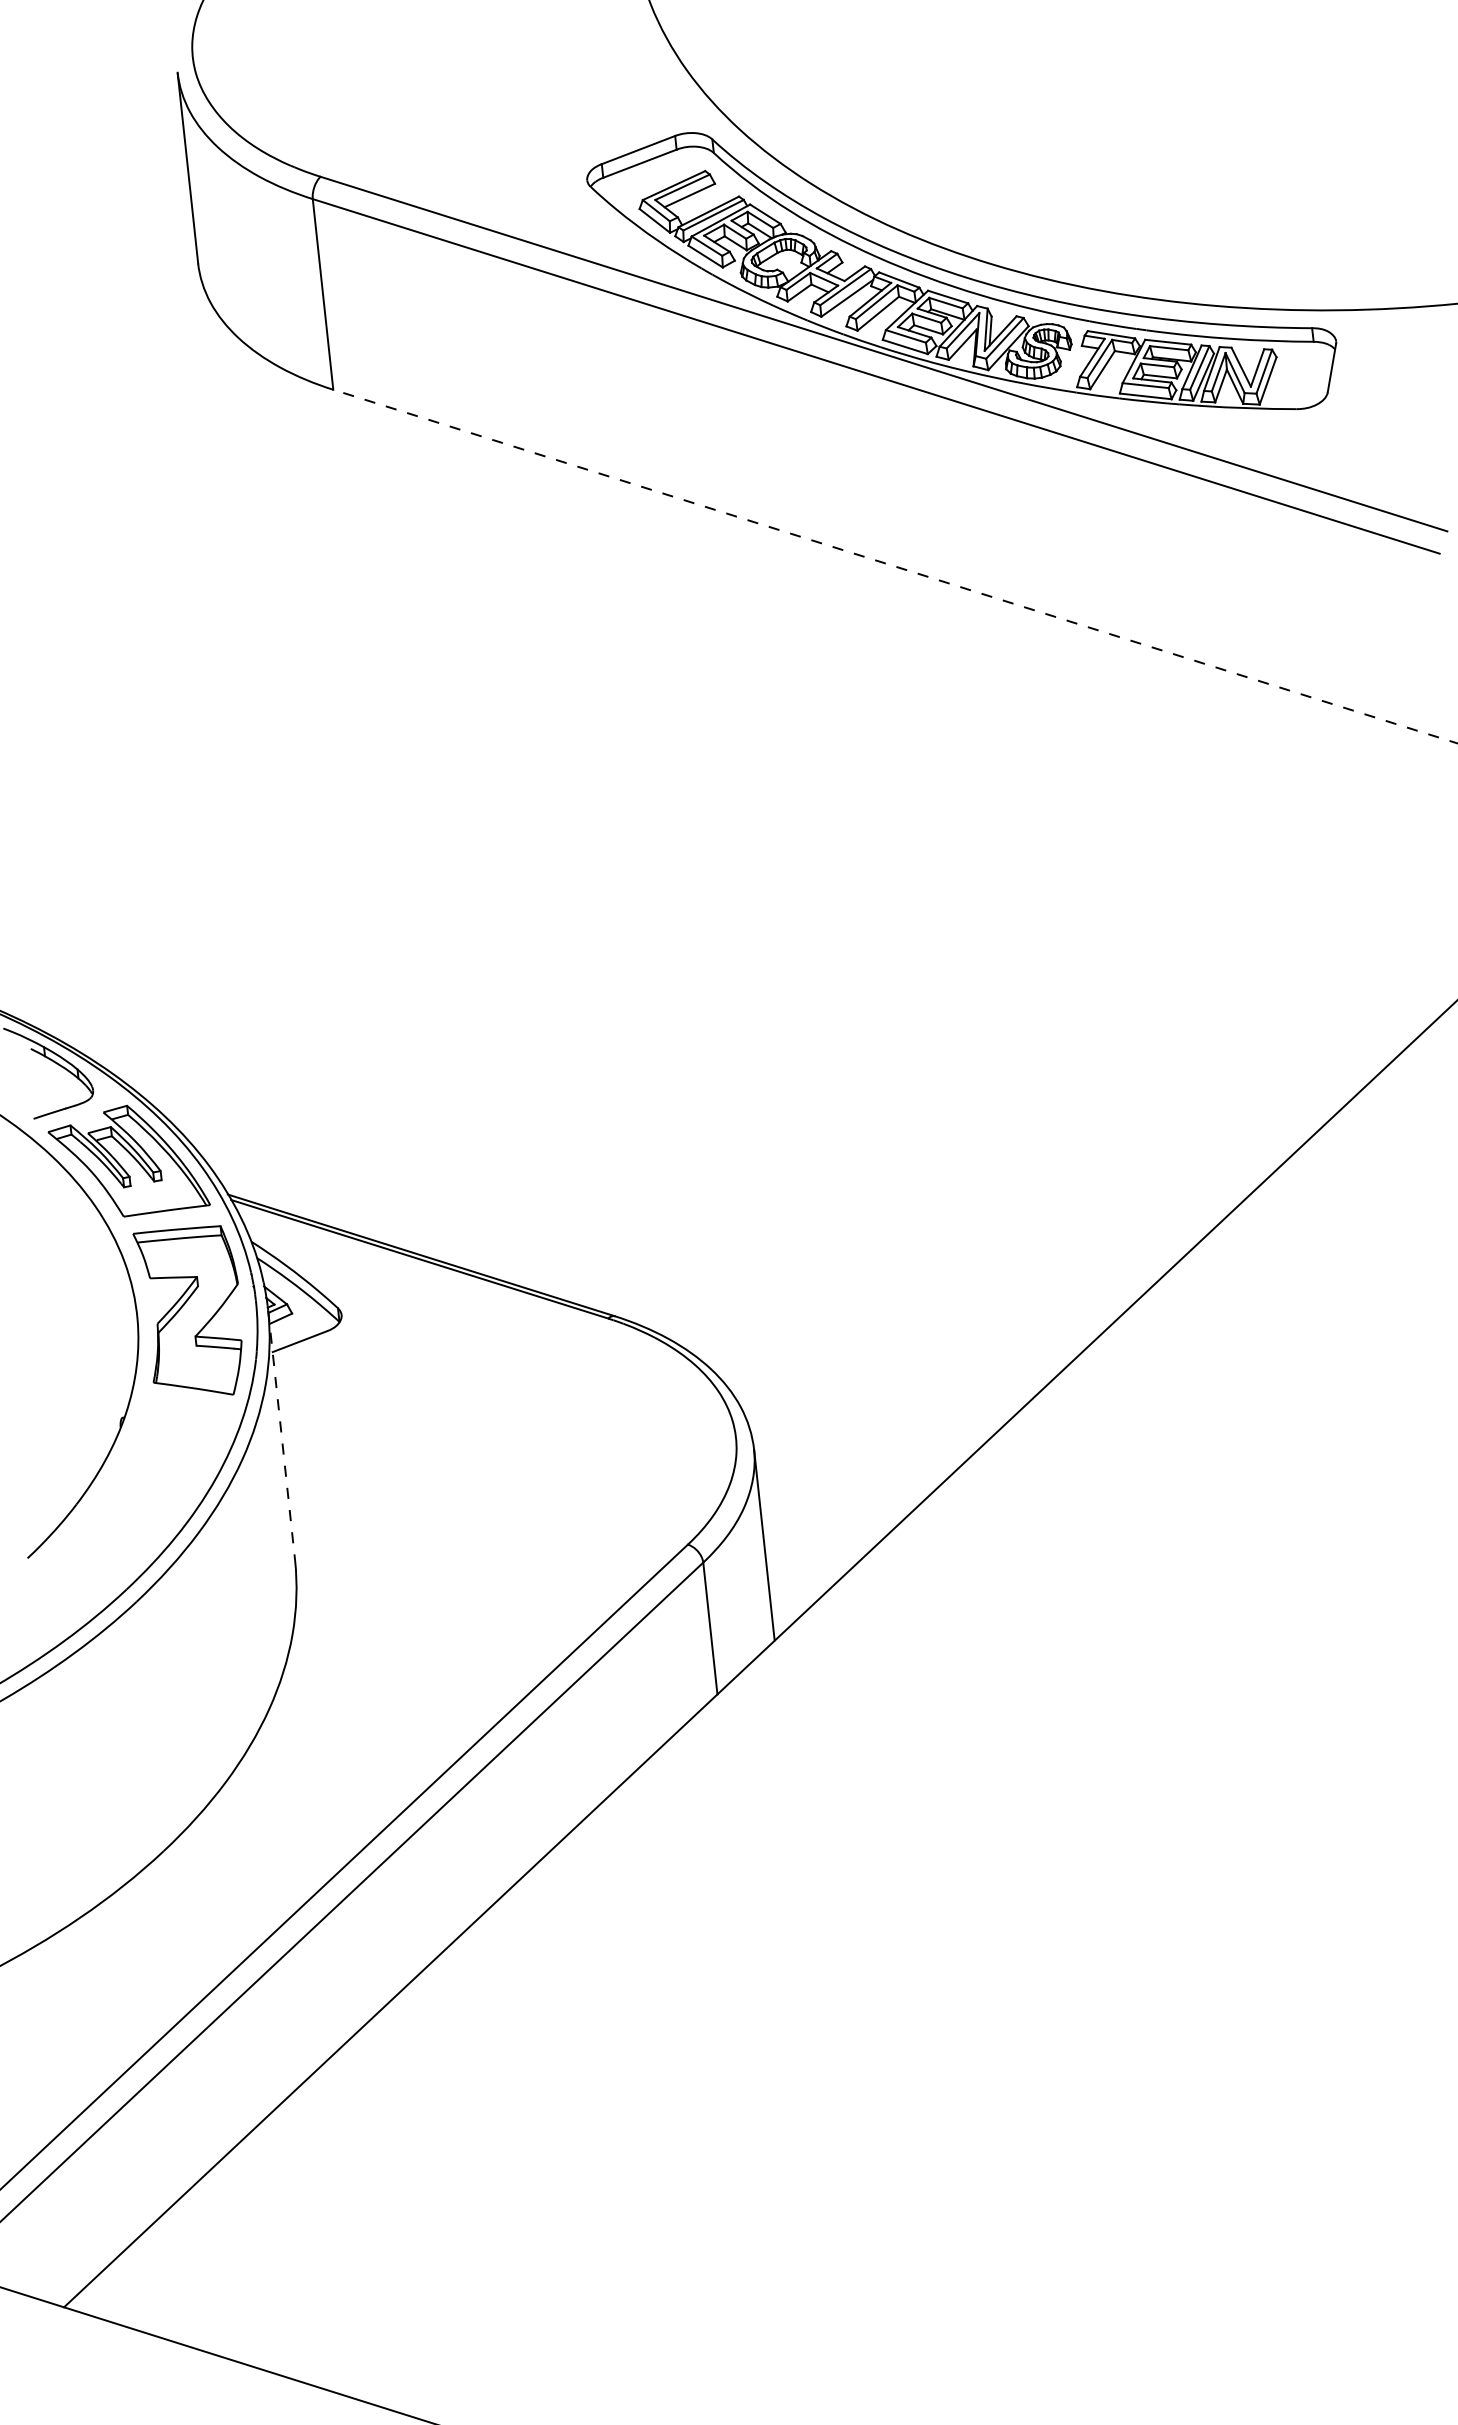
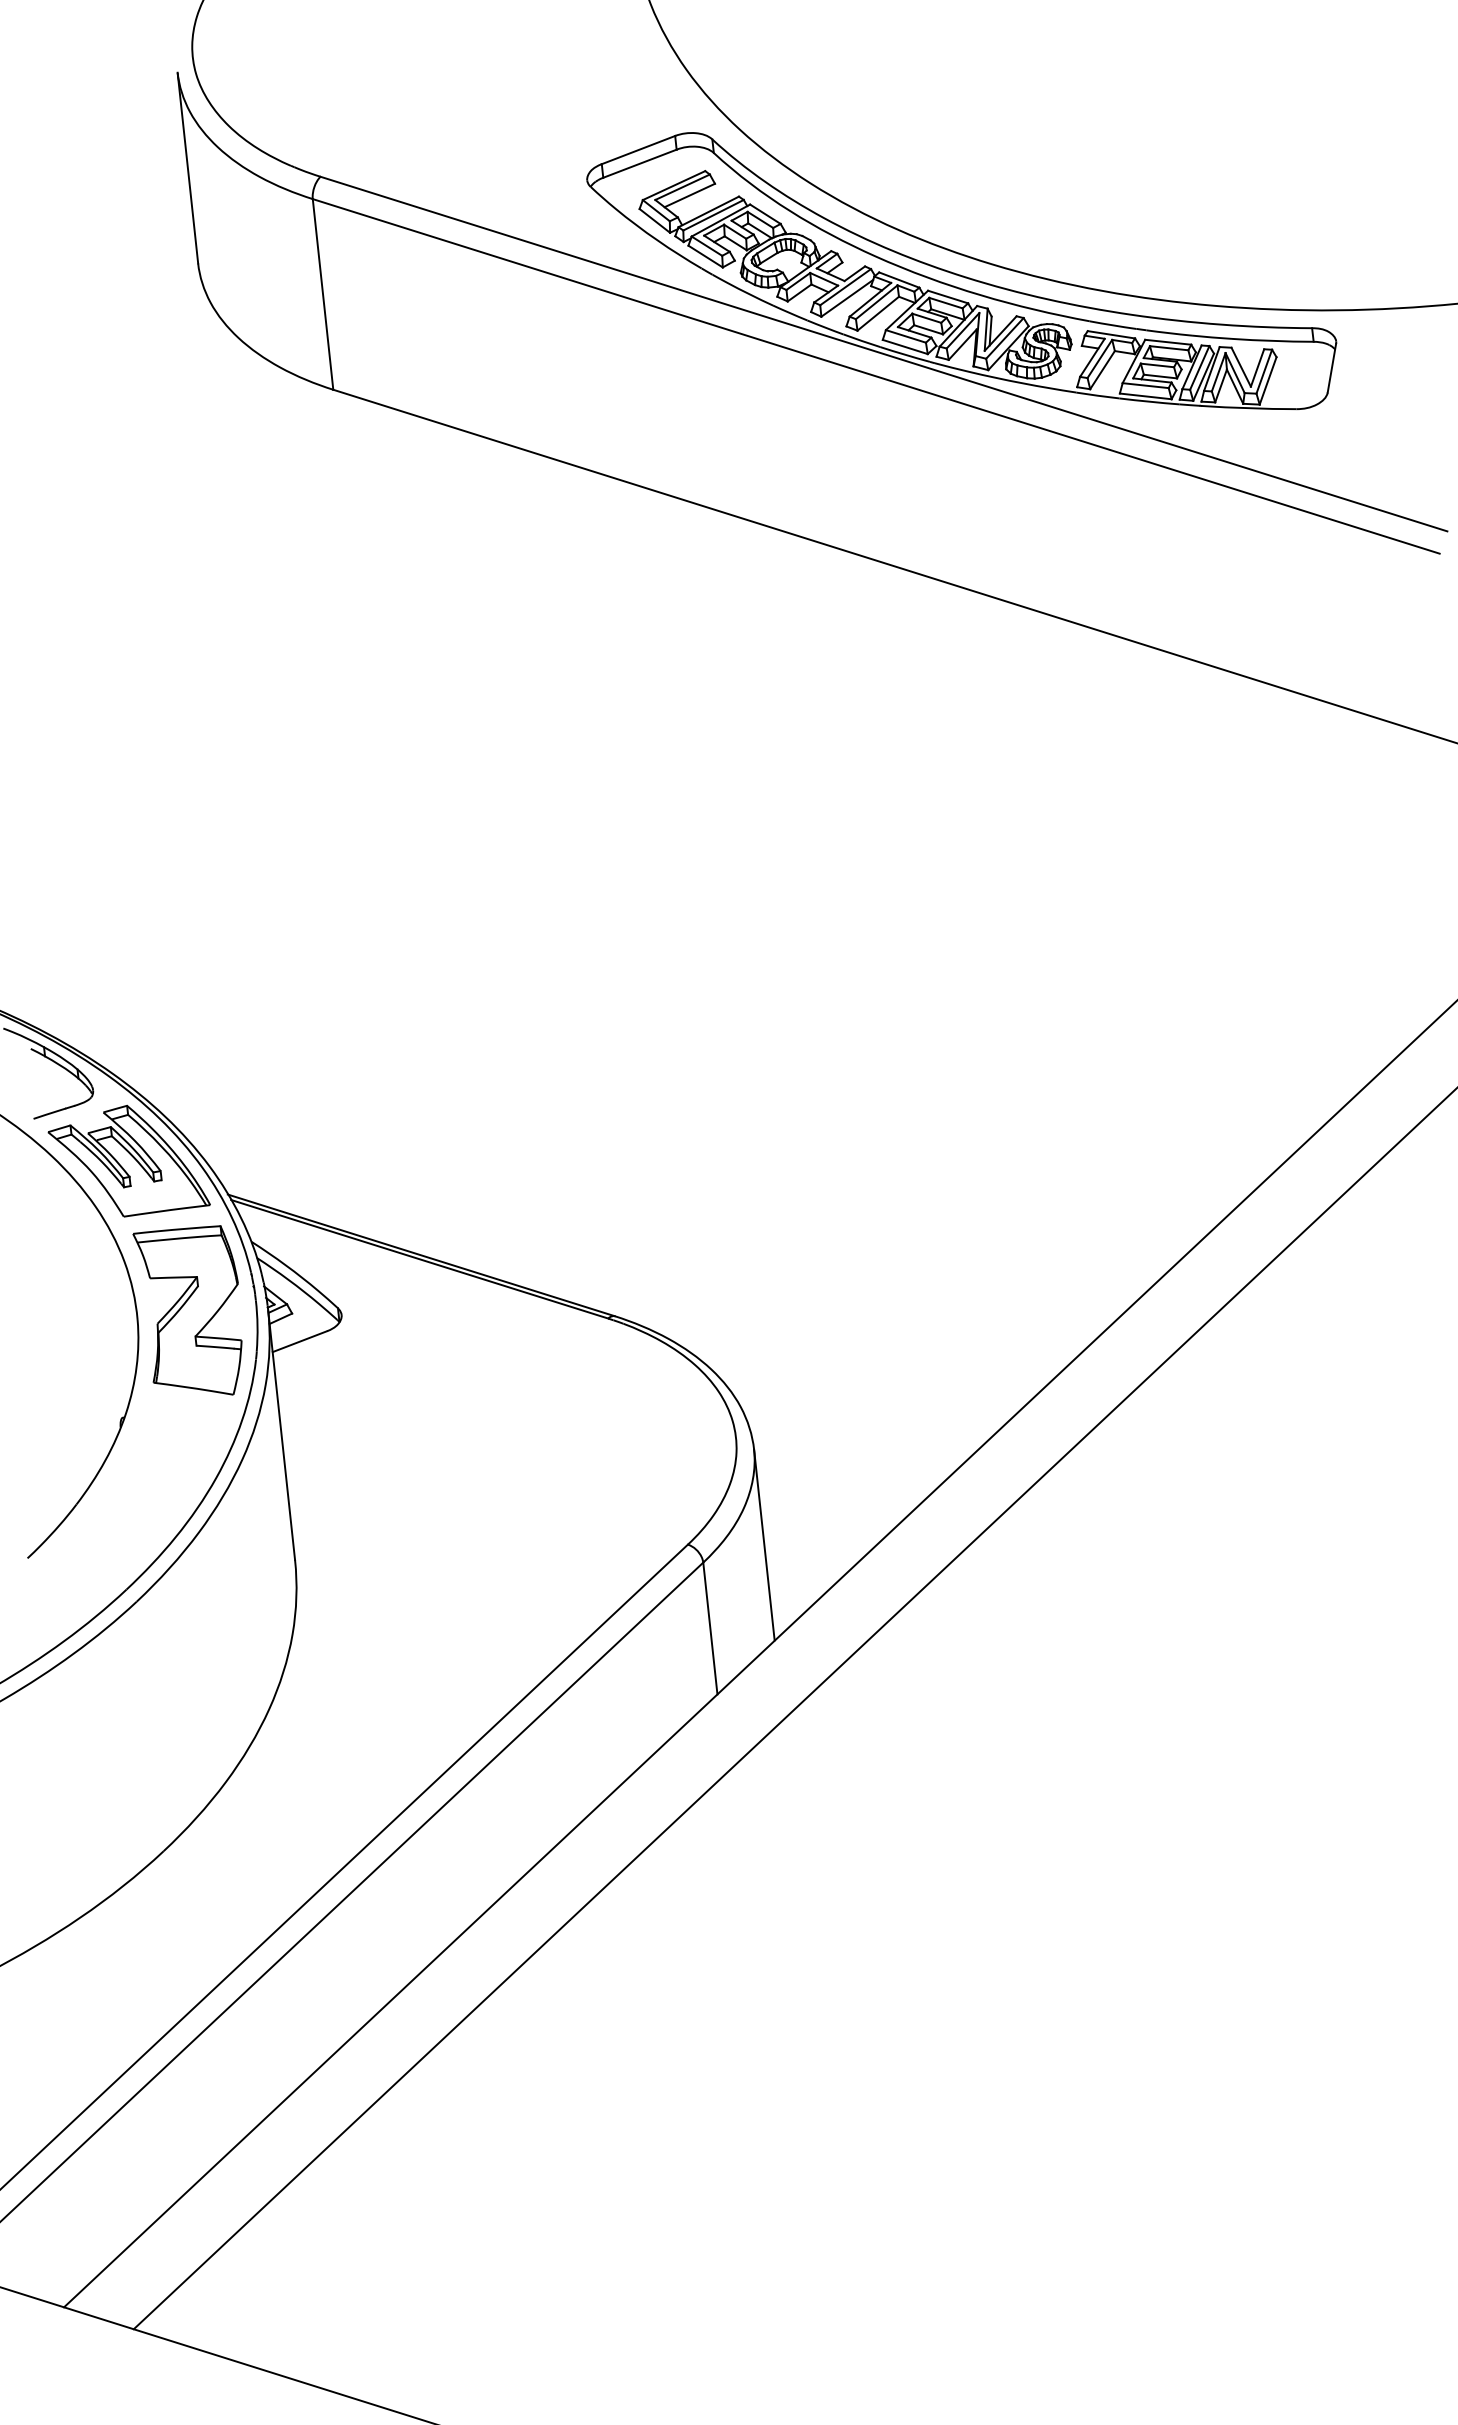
line at (894, 566): dashed -> solid
line at (281, 1435): dashed -> solid
line at (793, 1709): none -> present
